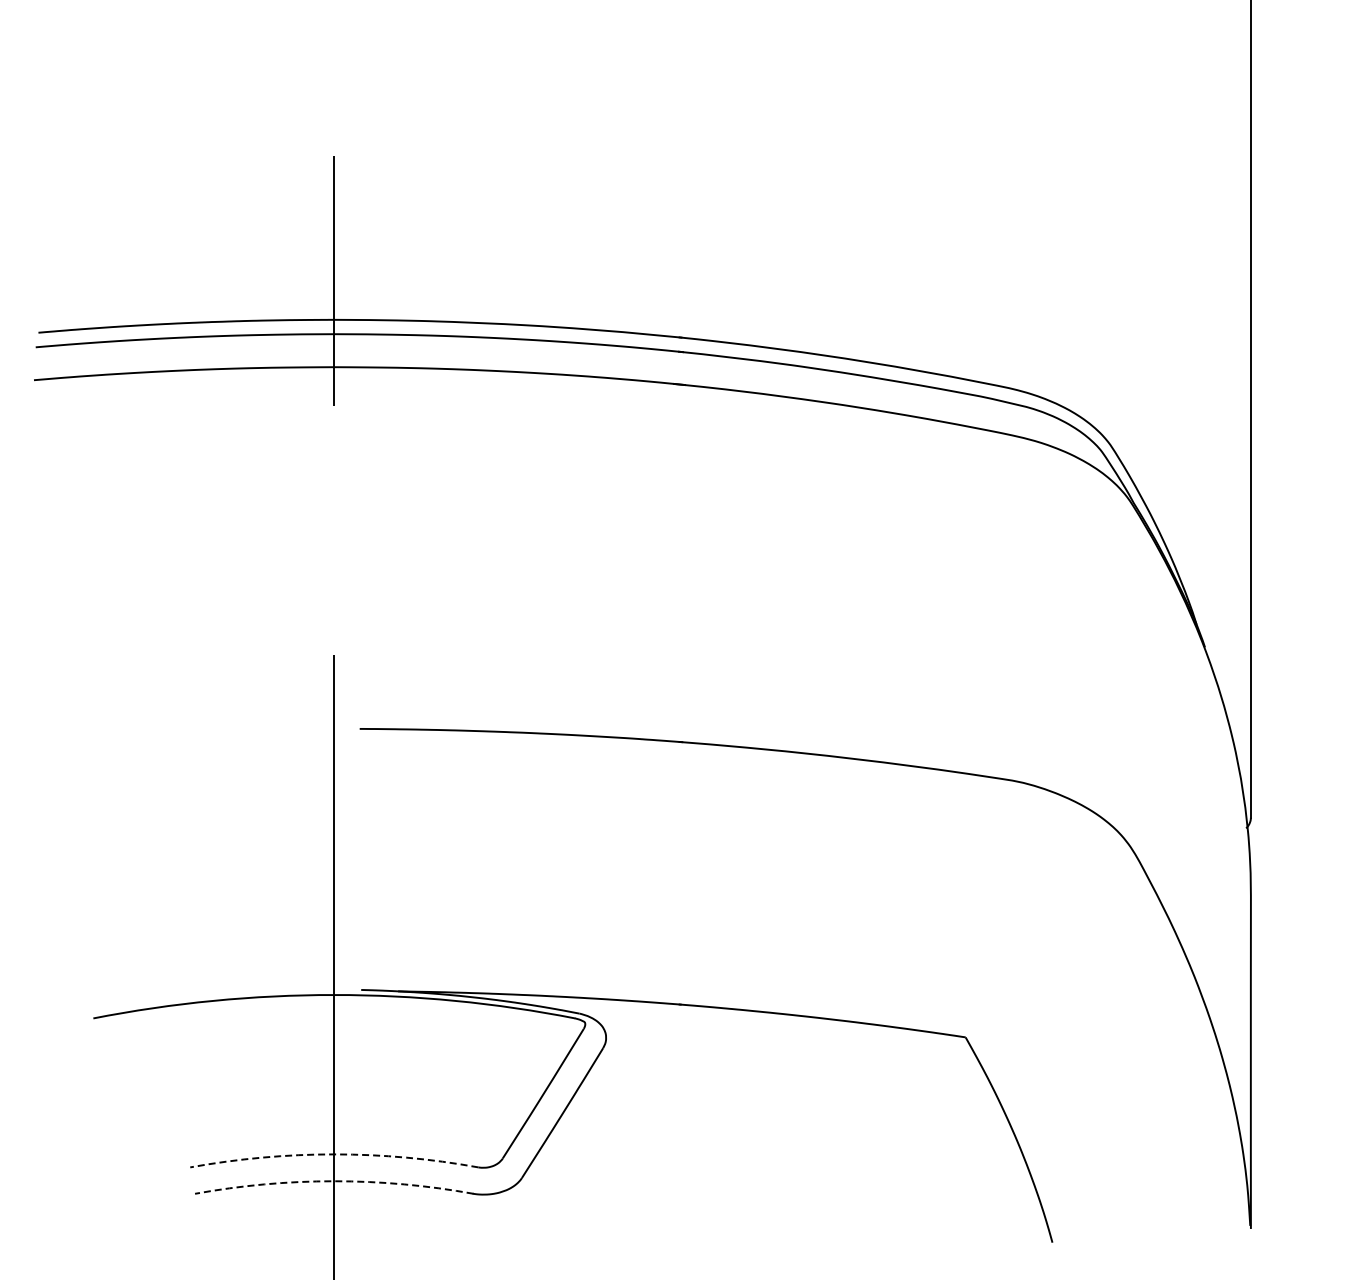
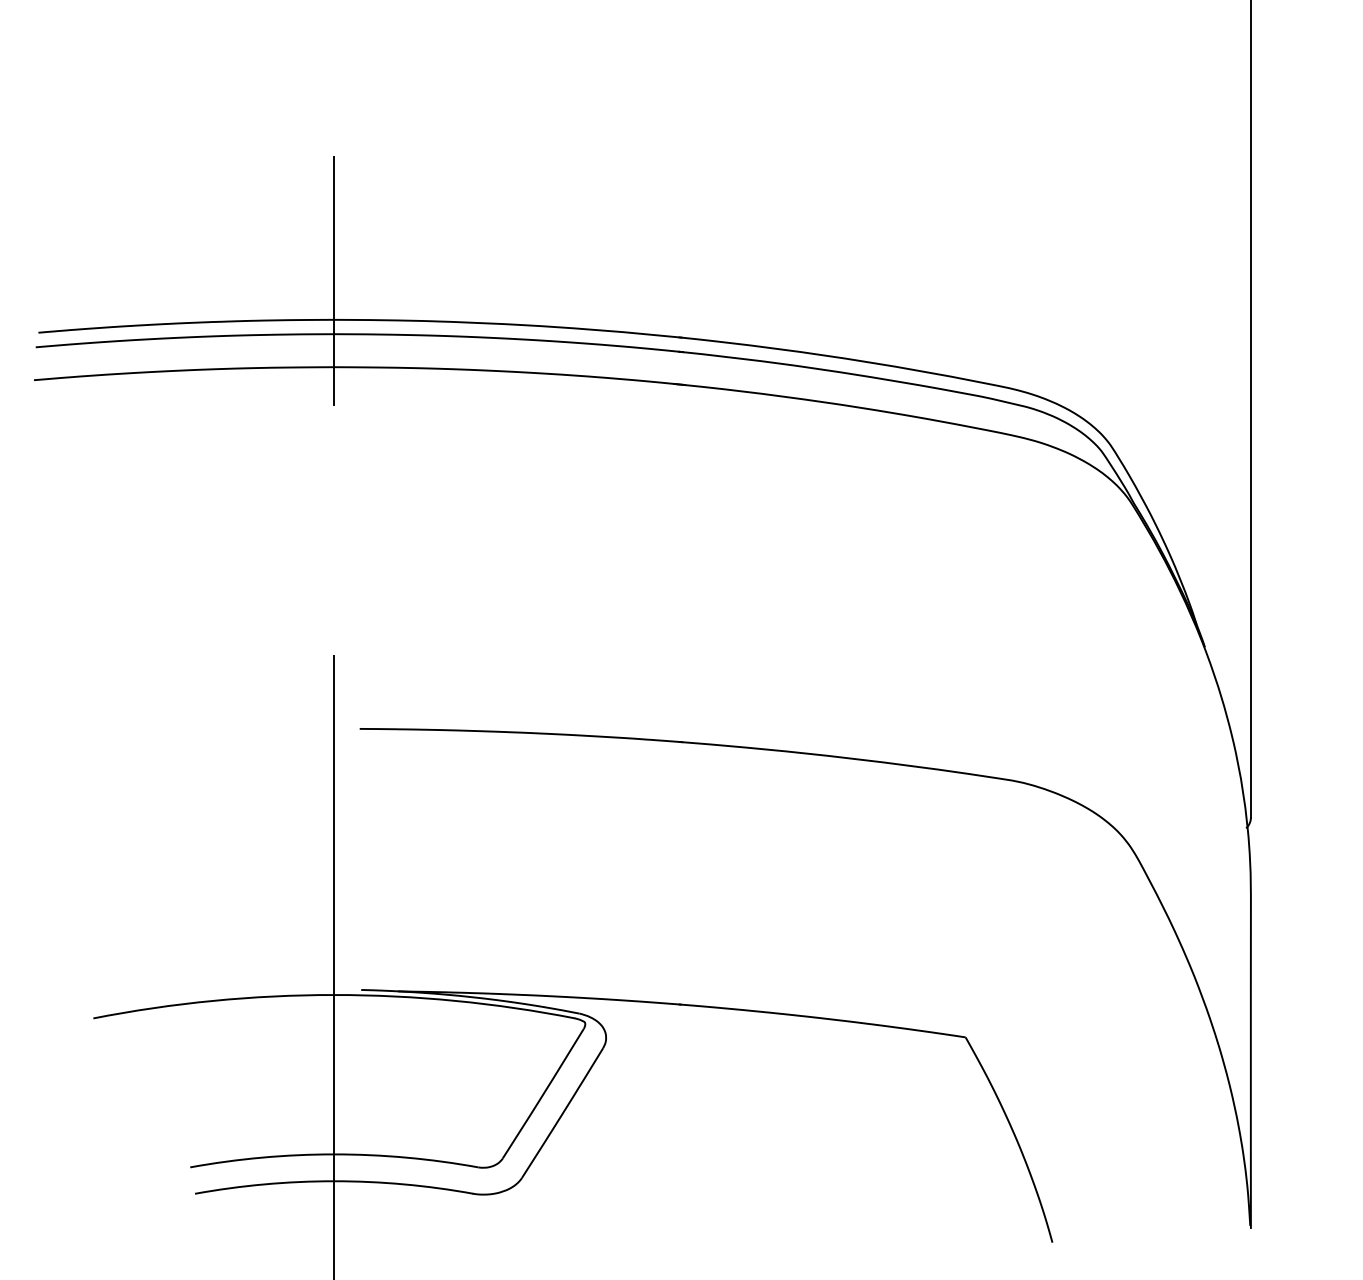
arc at (334, 1154): dashed -> solid
arc at (334, 1181): dashed -> solid
